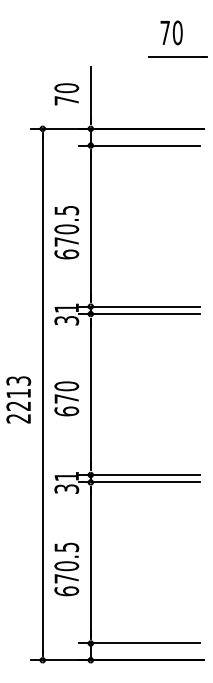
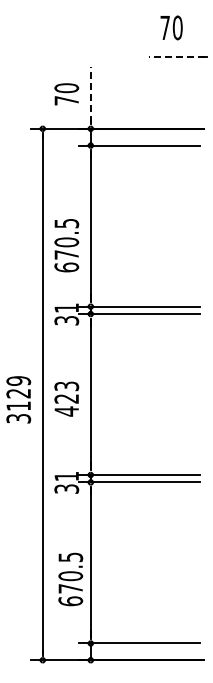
text at (171, 32) position: (171, 32) -> (171, 27)
line at (177, 56): solid -> dashed
line at (90, 94): solid -> dashed
text at (66, 232) position: (66, 232) -> (66, 245)
text at (66, 398): 670 -> 423
text at (18, 399): 2213 -> 3129
text at (66, 569) position: (66, 569) -> (70, 579)
